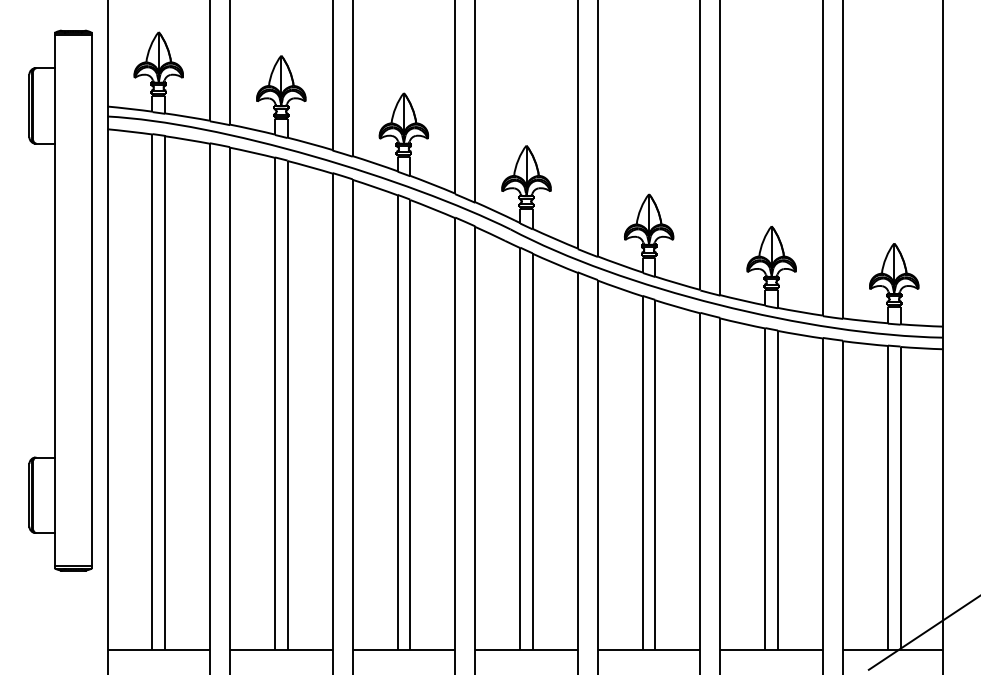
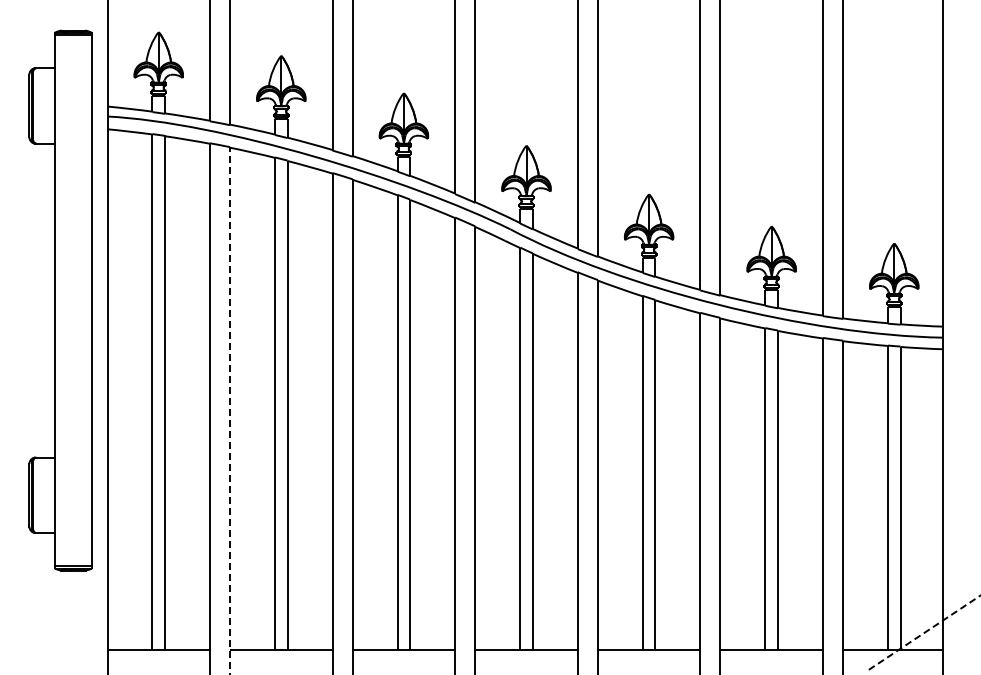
line at (230, 410): solid -> dashed
line at (924, 632): solid -> dashed
